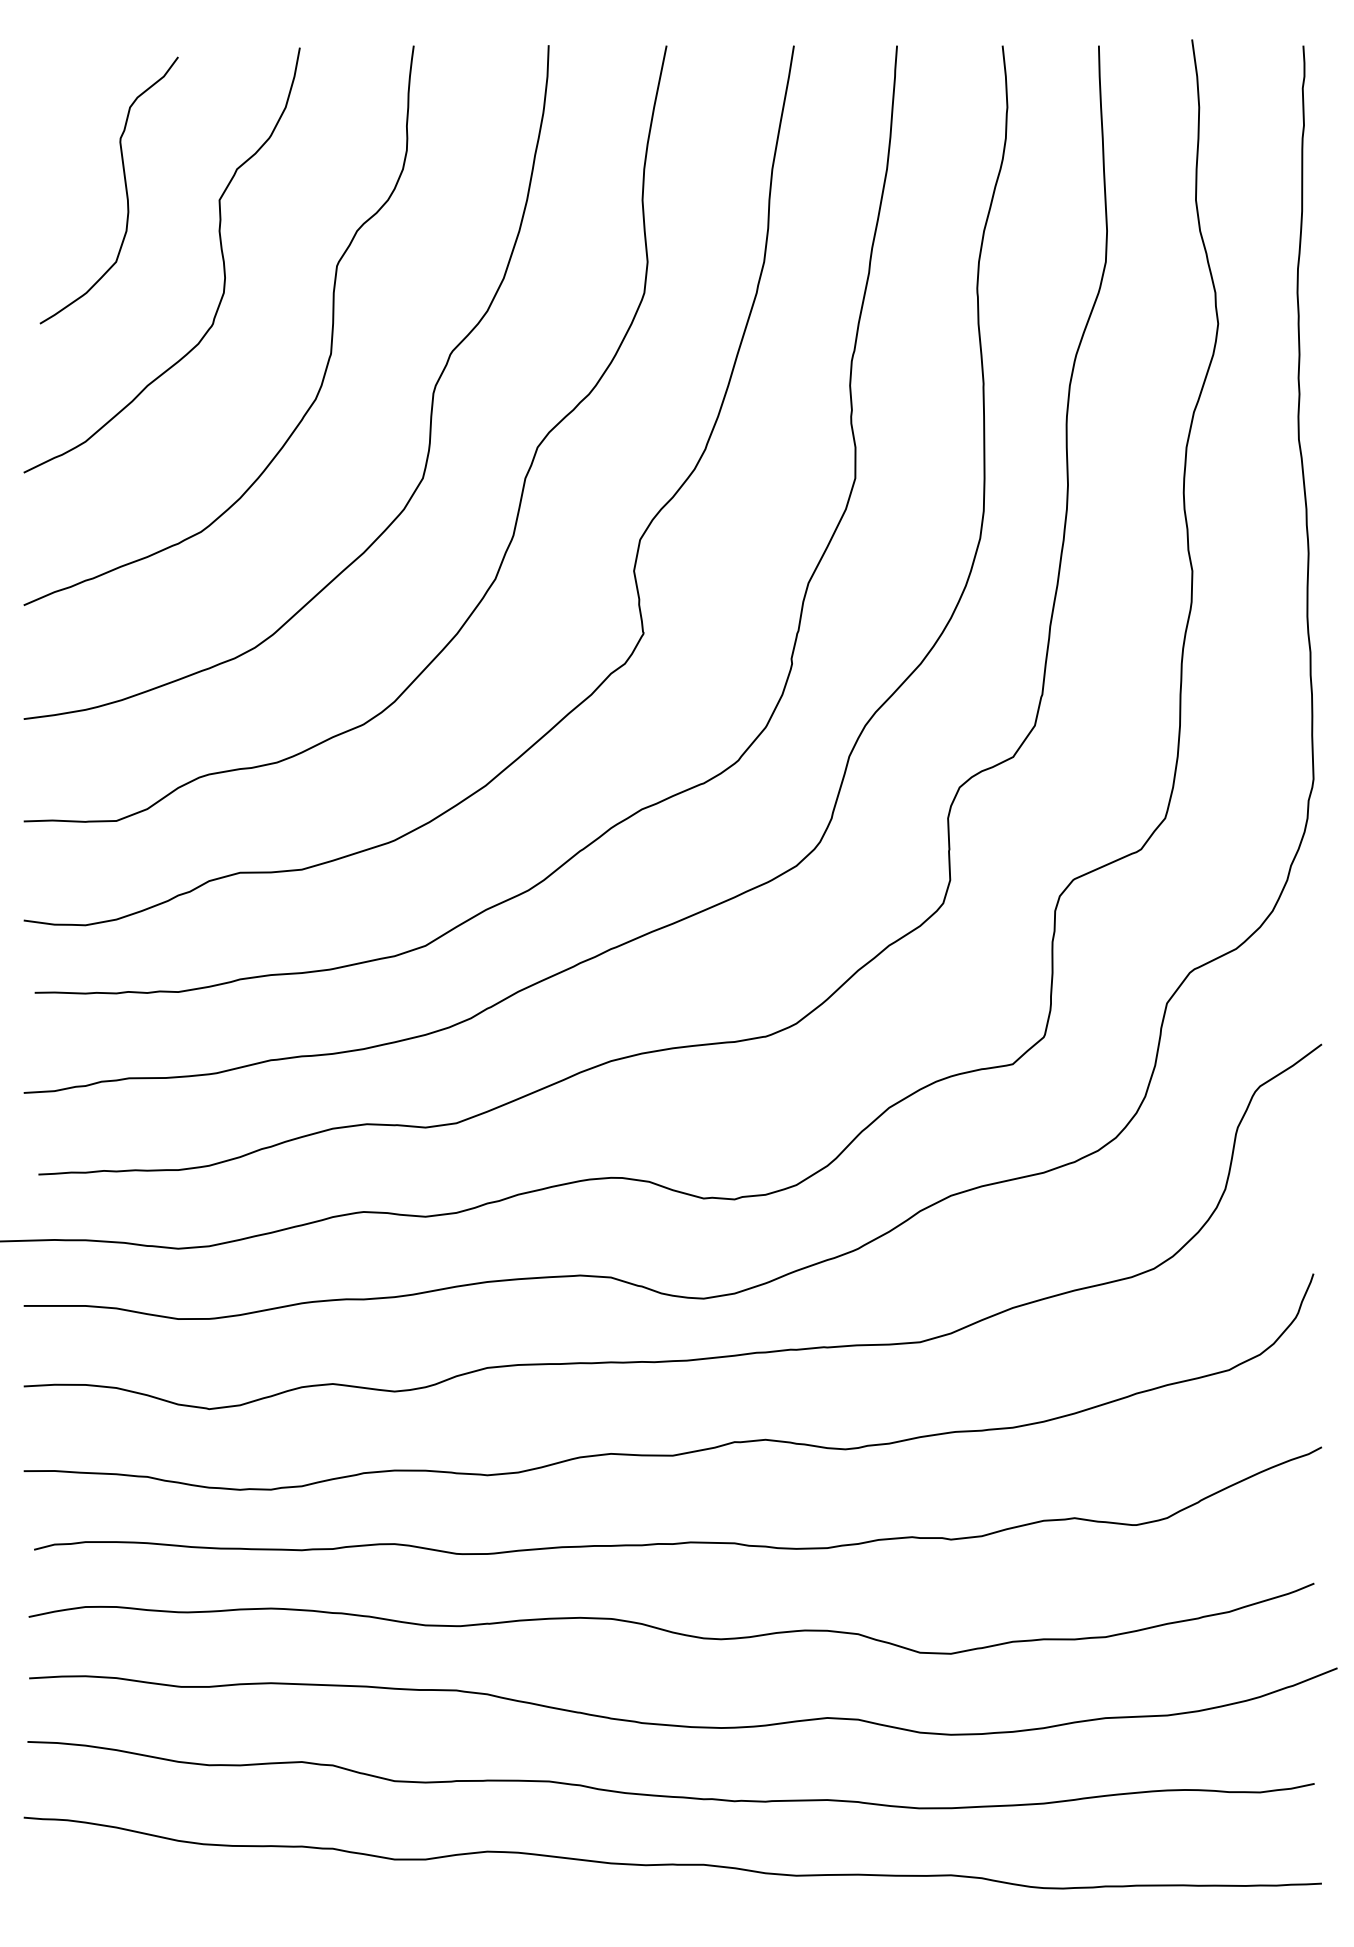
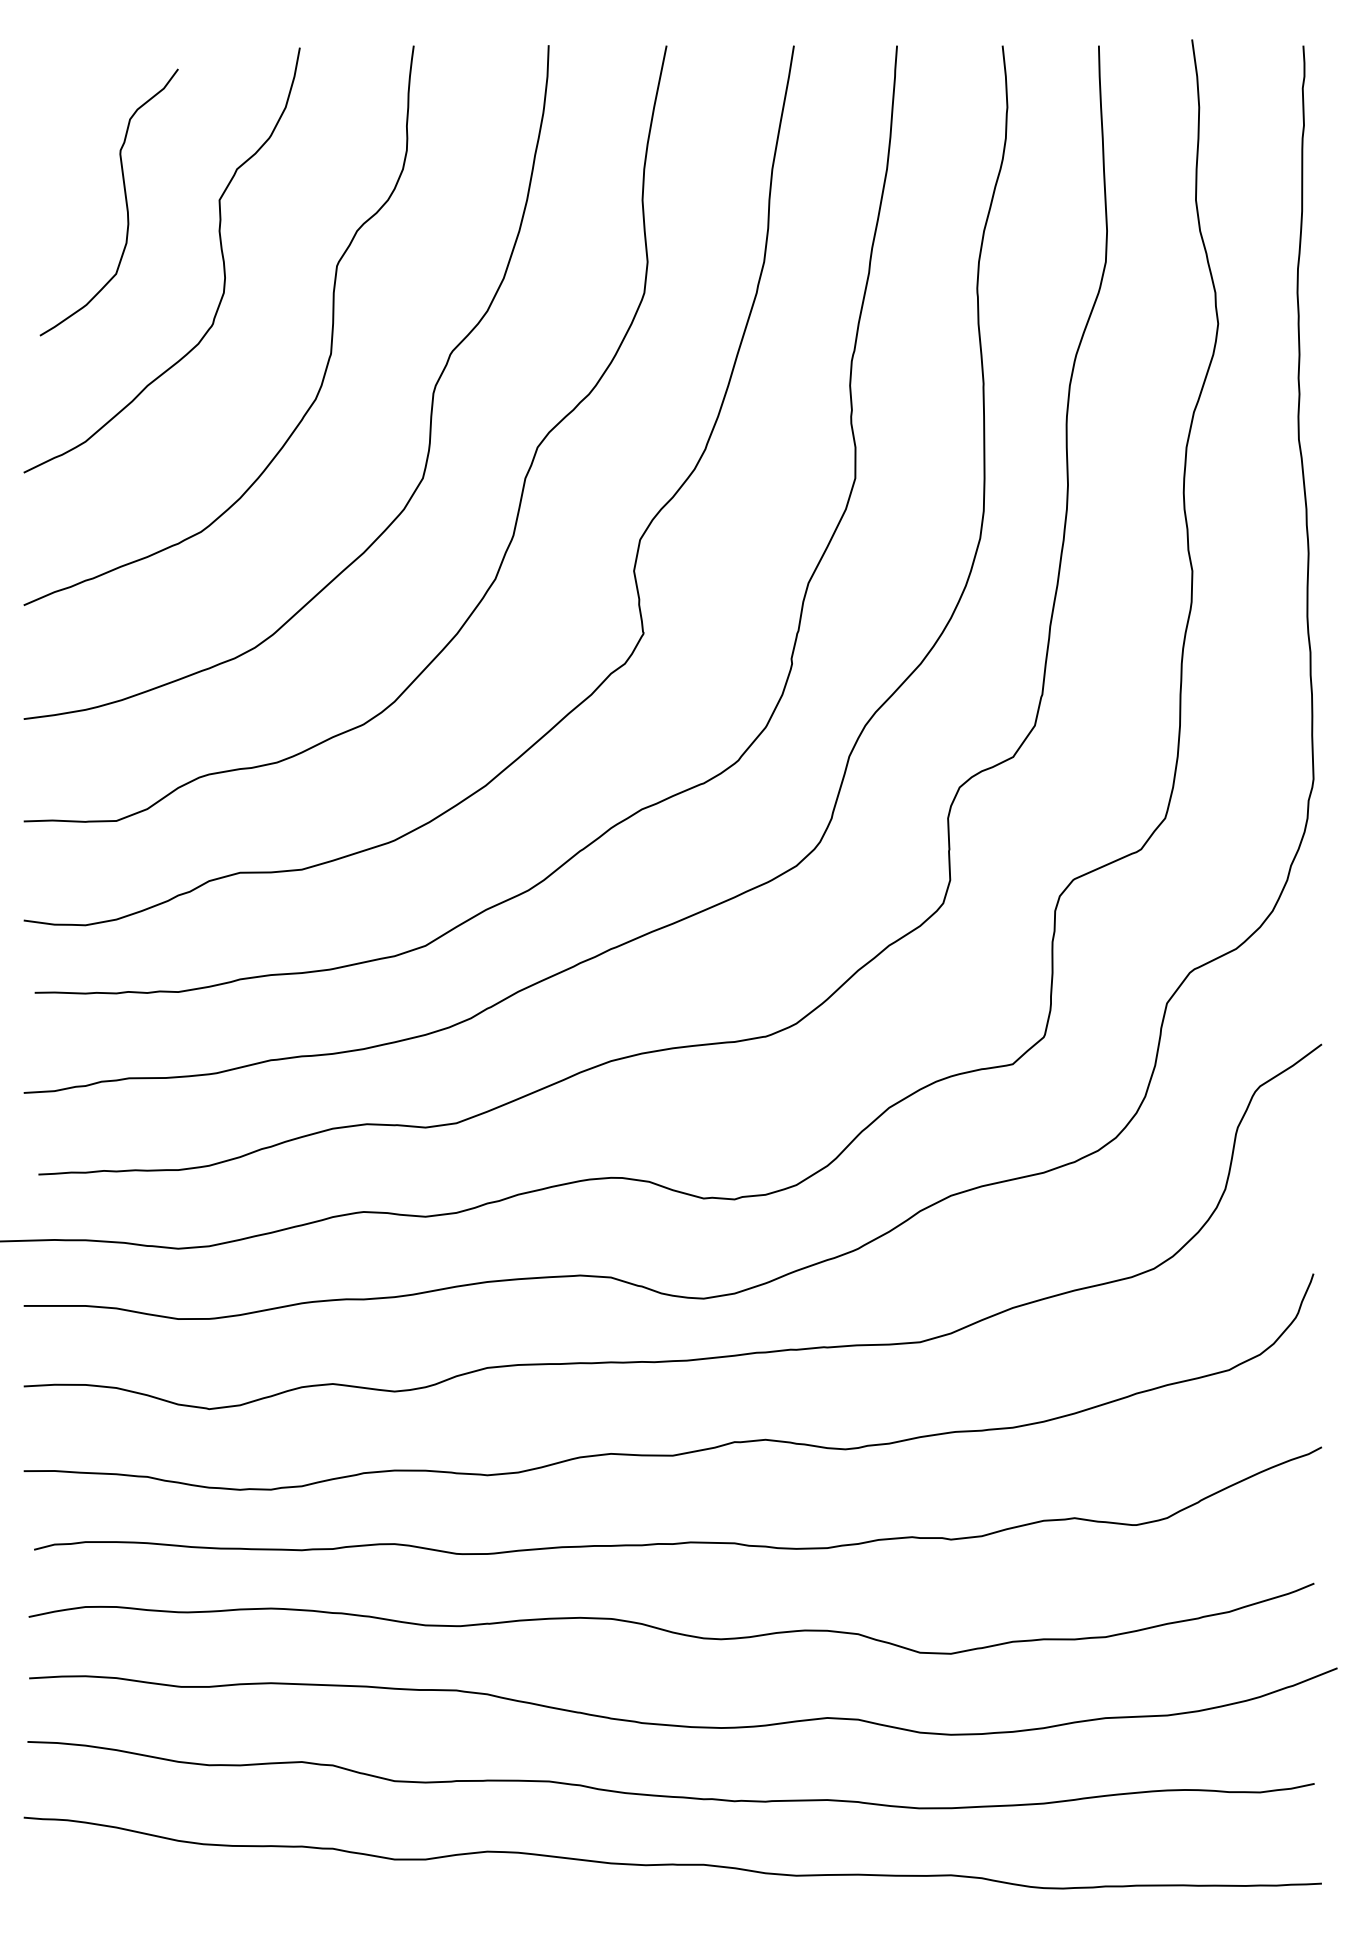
curve at (125, 190) position: (125, 190) -> (125, 202)
